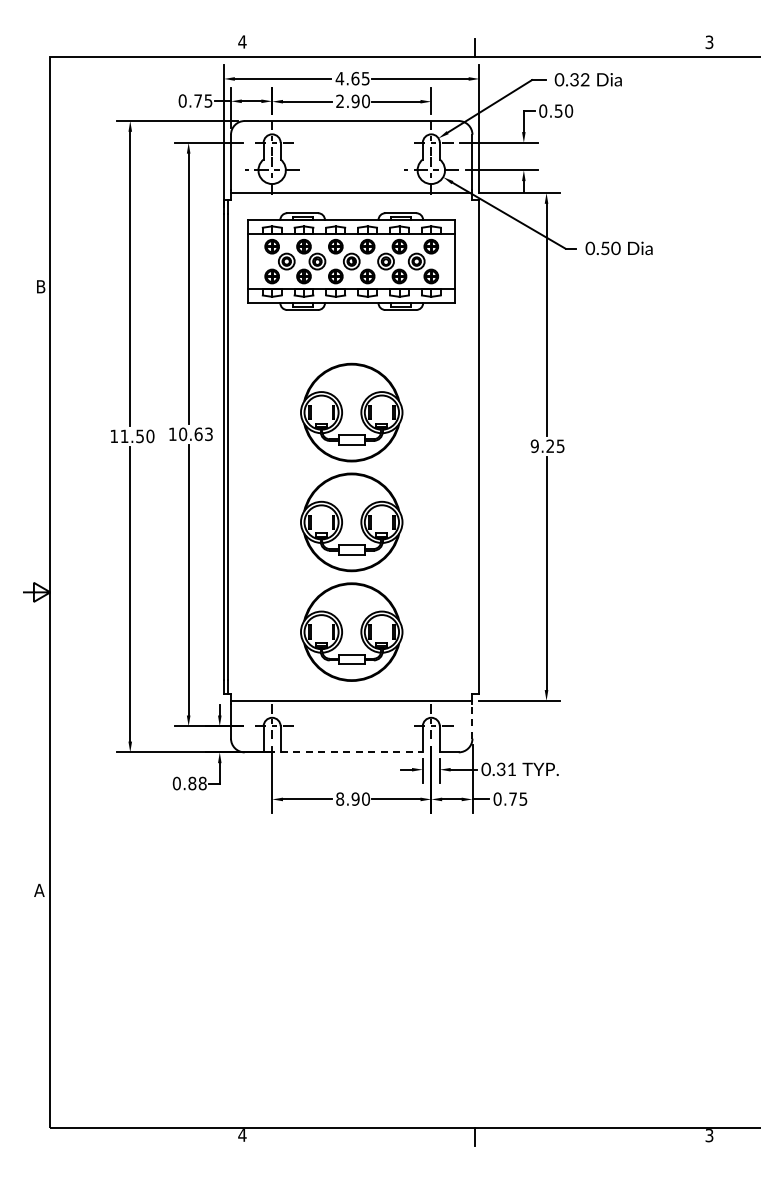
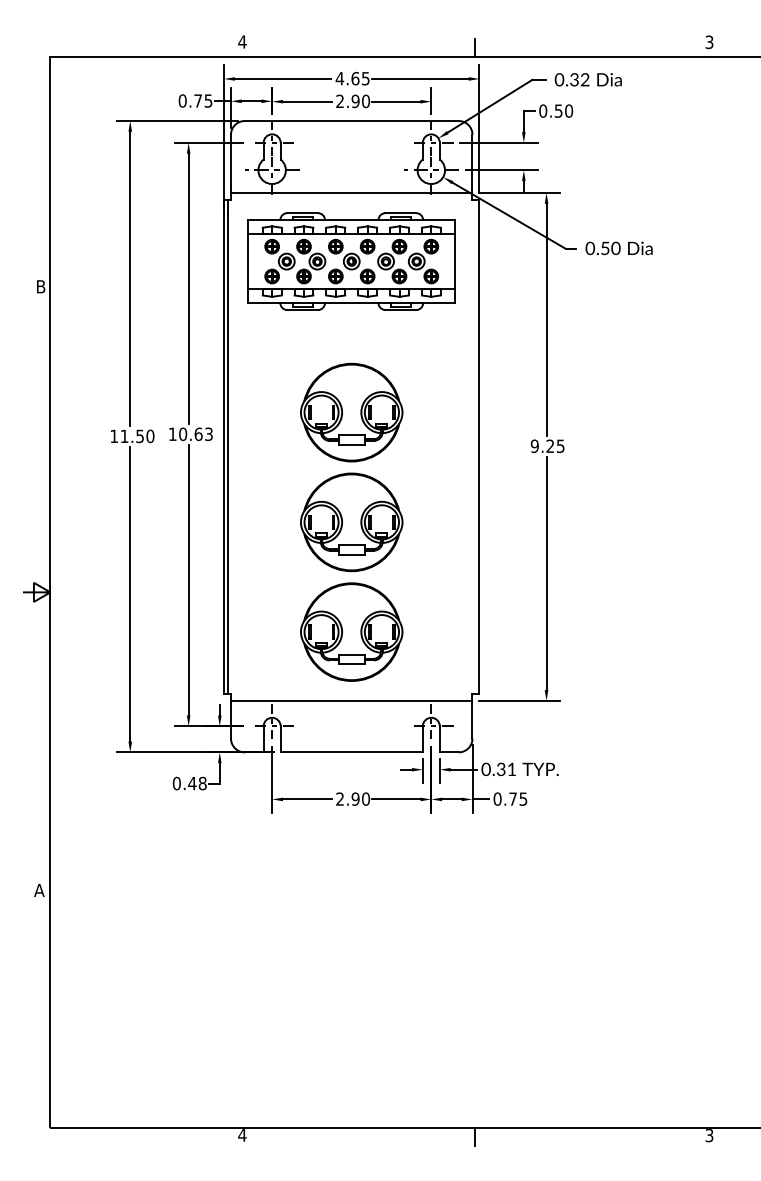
line at (472, 721): dashed -> solid
line at (352, 752): dashed -> solid
text at (192, 783): 0.88 -> 0.48
text at (340, 798): 8.90 -> 2.90
